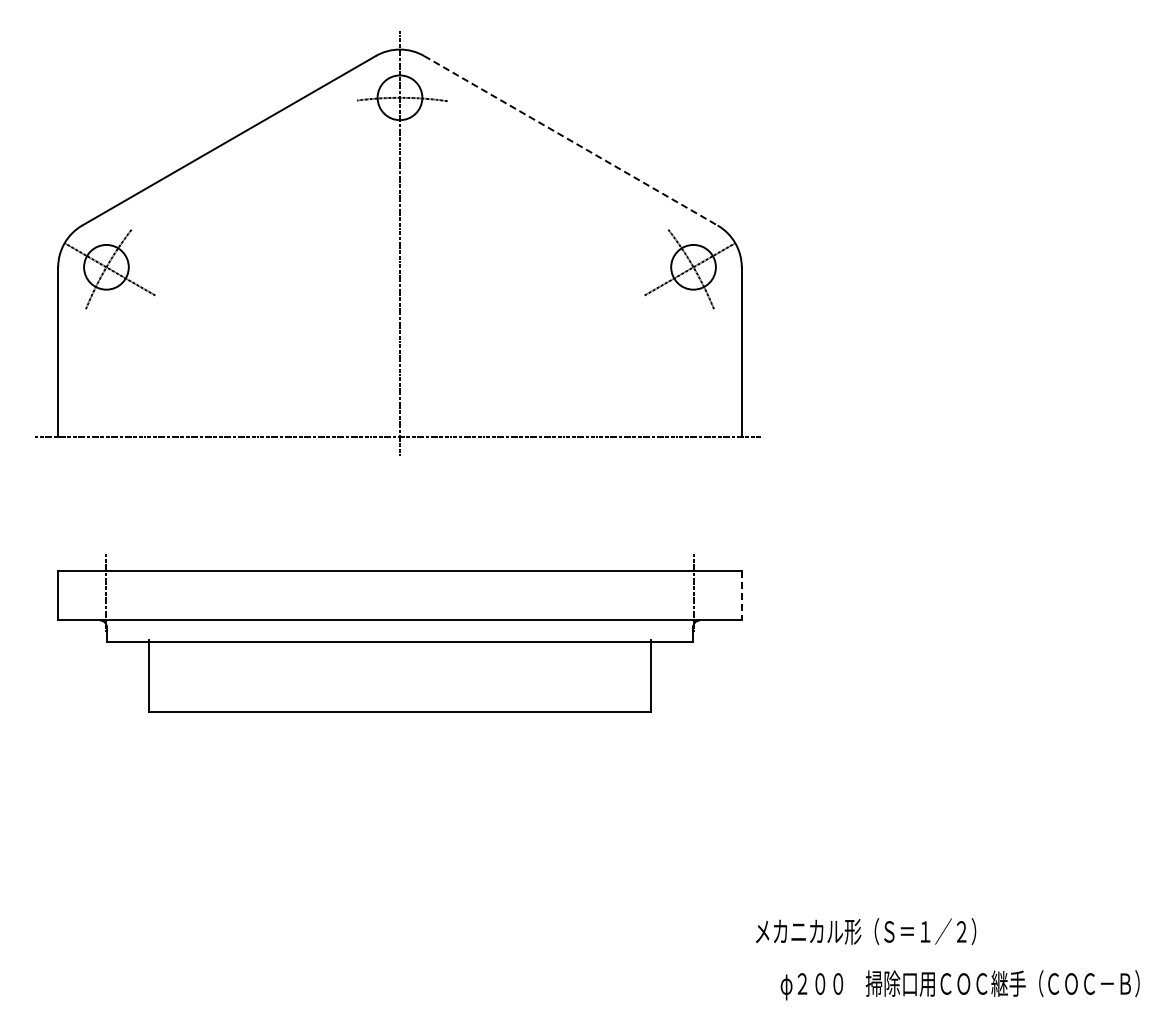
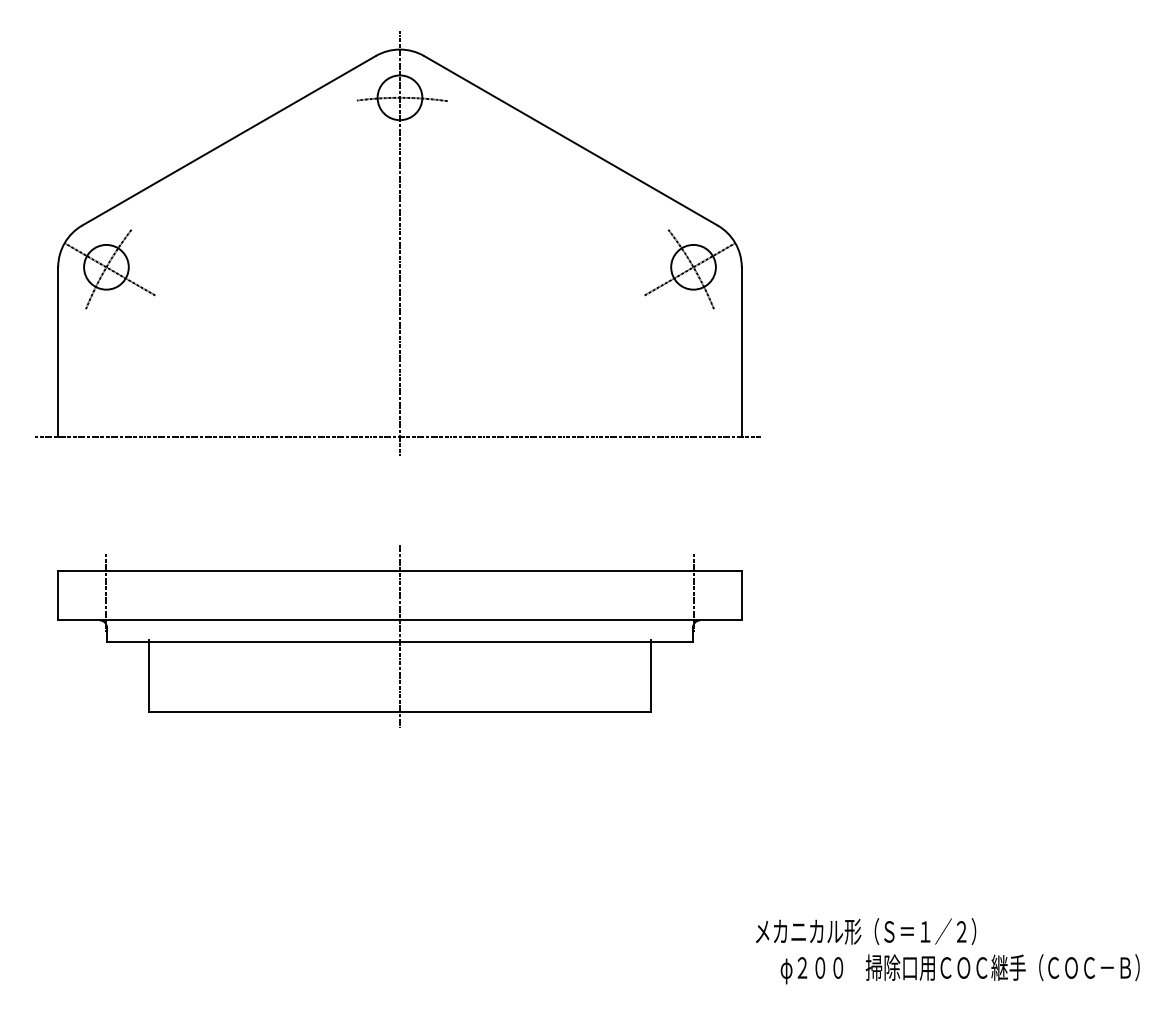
line at (571, 141): dashed -> solid
line at (741, 595): dashed -> solid
line at (400, 636): none -> present
text at (959, 985) position: (959, 985) -> (959, 969)
